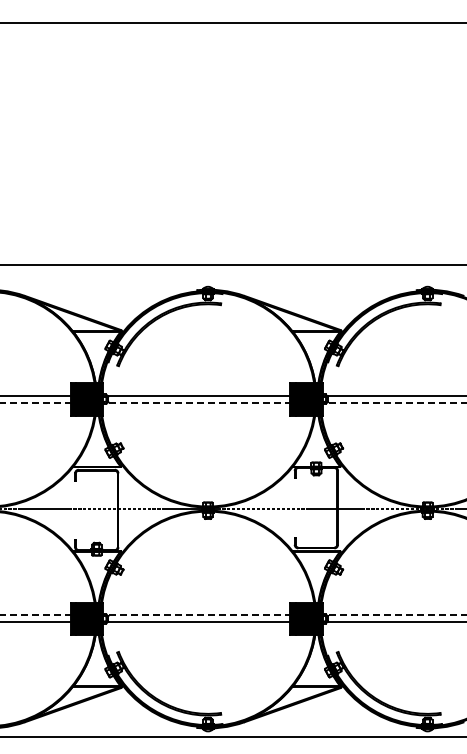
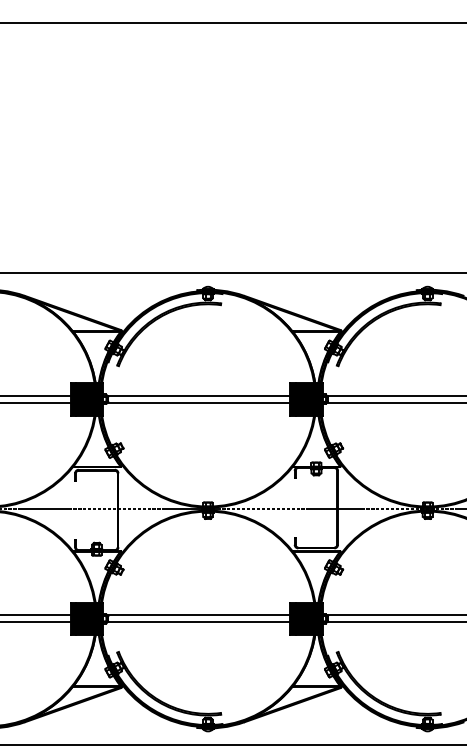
line at (232, 264) position: (232, 264) -> (232, 272)
line at (233, 402): dashed -> solid
line at (233, 615): dashed -> solid
line at (232, 737) position: (232, 737) -> (232, 745)
